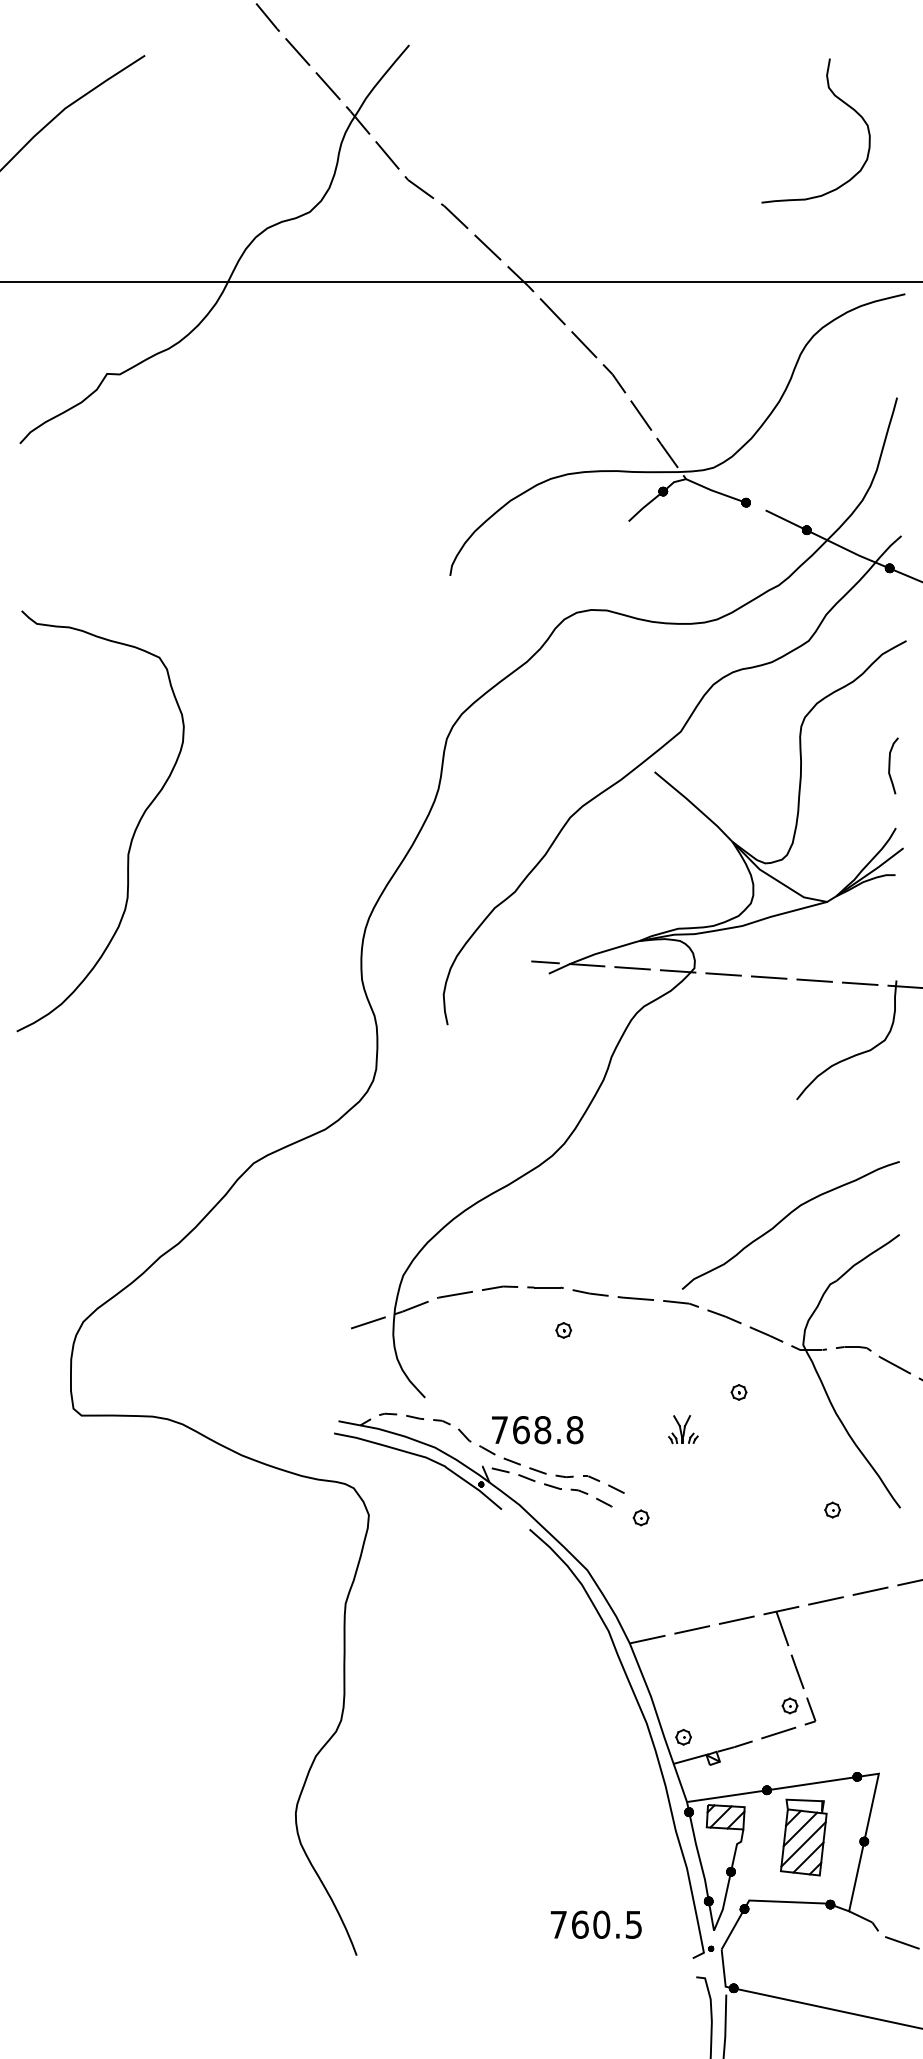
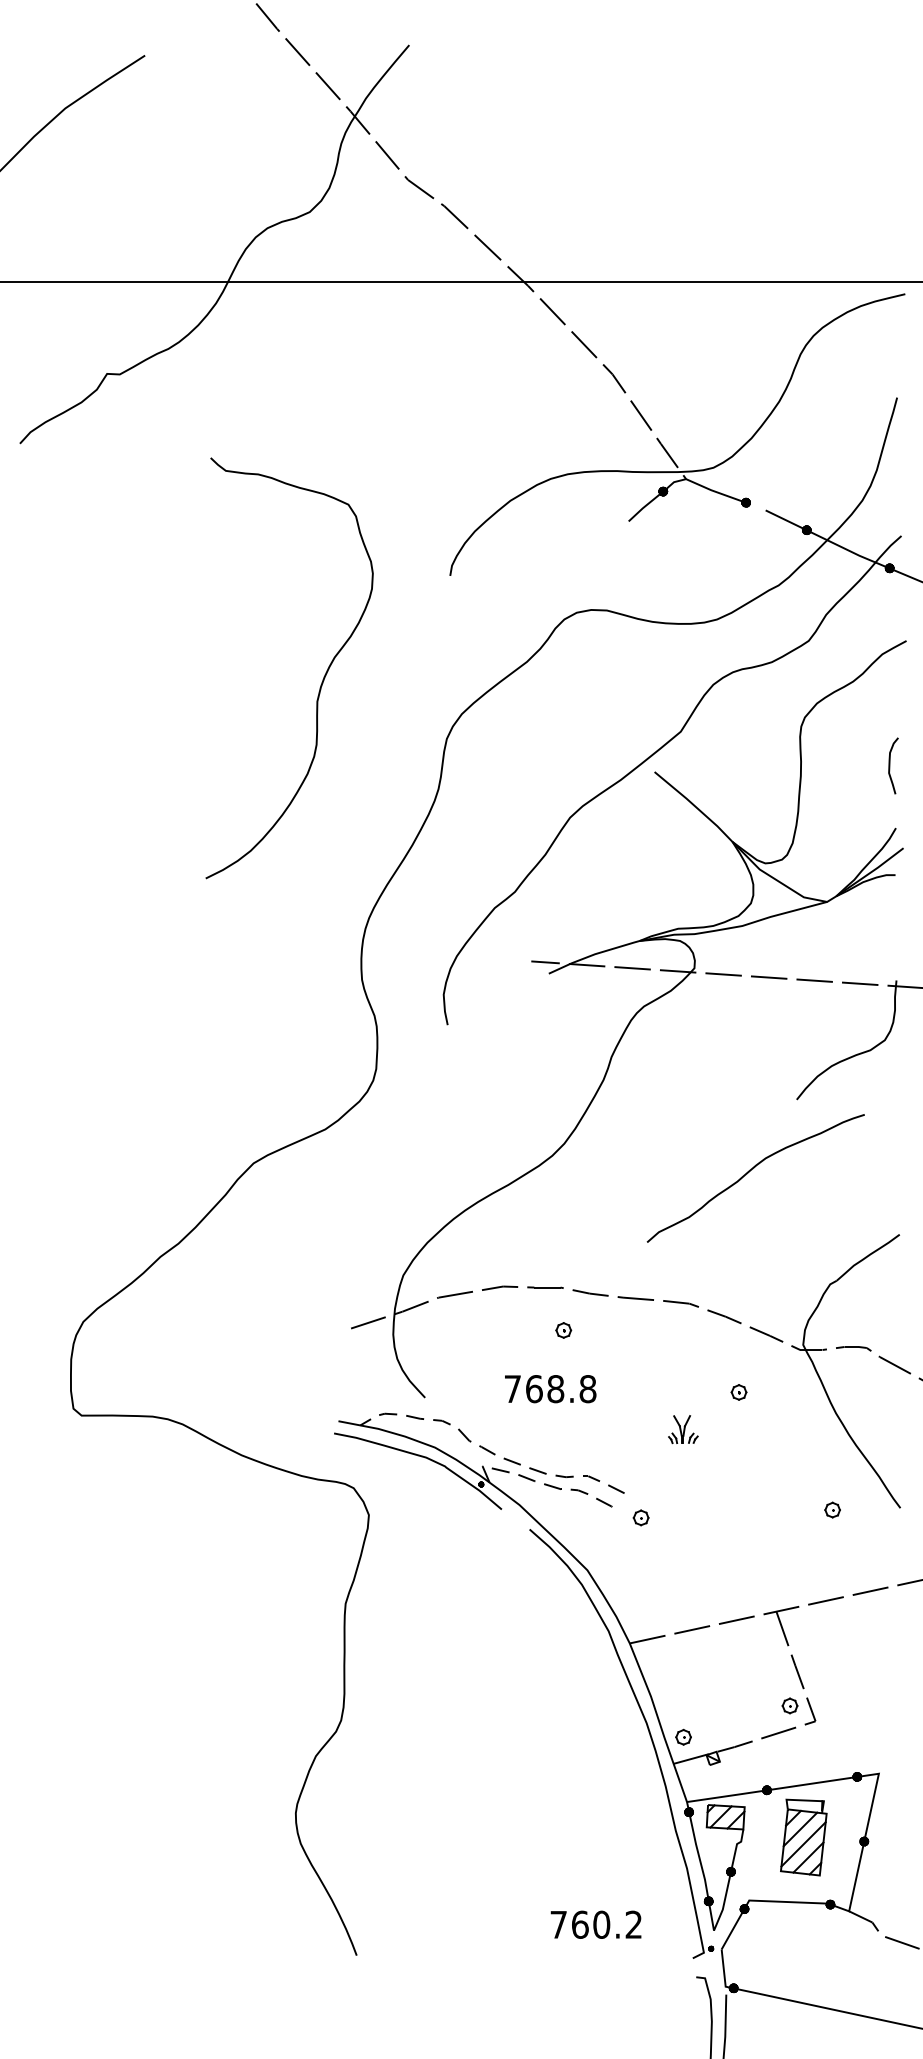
curve at (839, 100): present -> none
curve at (133, 832) position: (133, 832) -> (322, 679)
curve at (784, 1219) position: (784, 1219) -> (749, 1172)
text at (537, 1430) position: (537, 1430) -> (550, 1389)
text at (633, 1924): 760.5 -> 760.2
